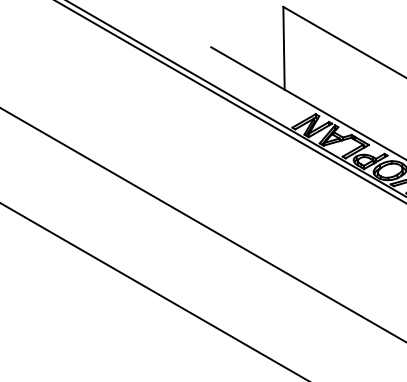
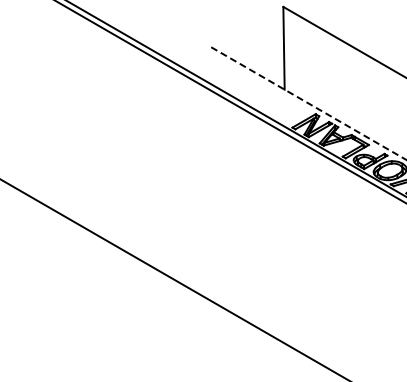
line at (308, 103): solid -> dashed
line at (202, 224): present -> none
line at (153, 291) position: (153, 291) -> (173, 279)
